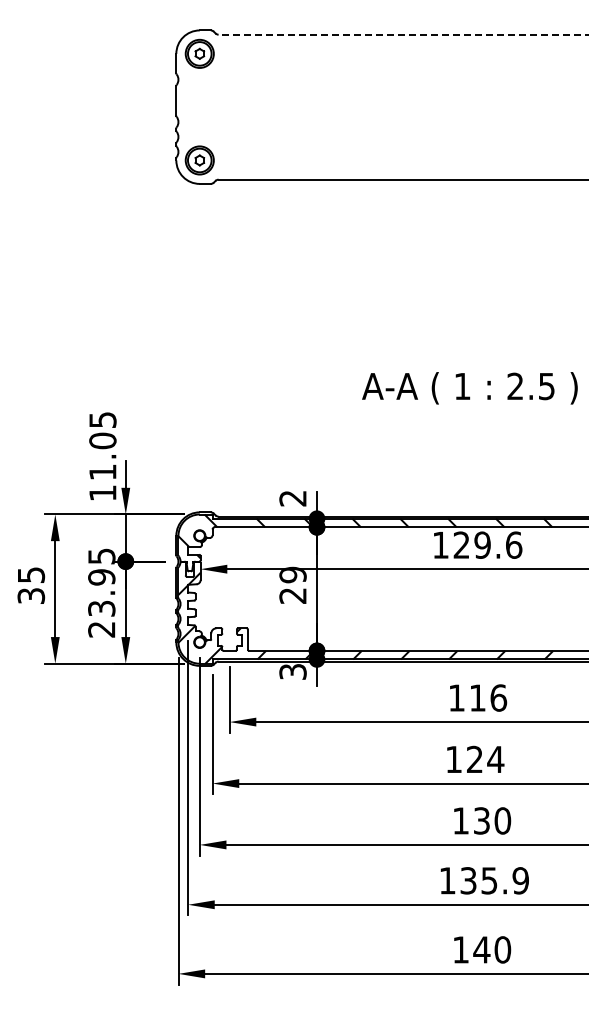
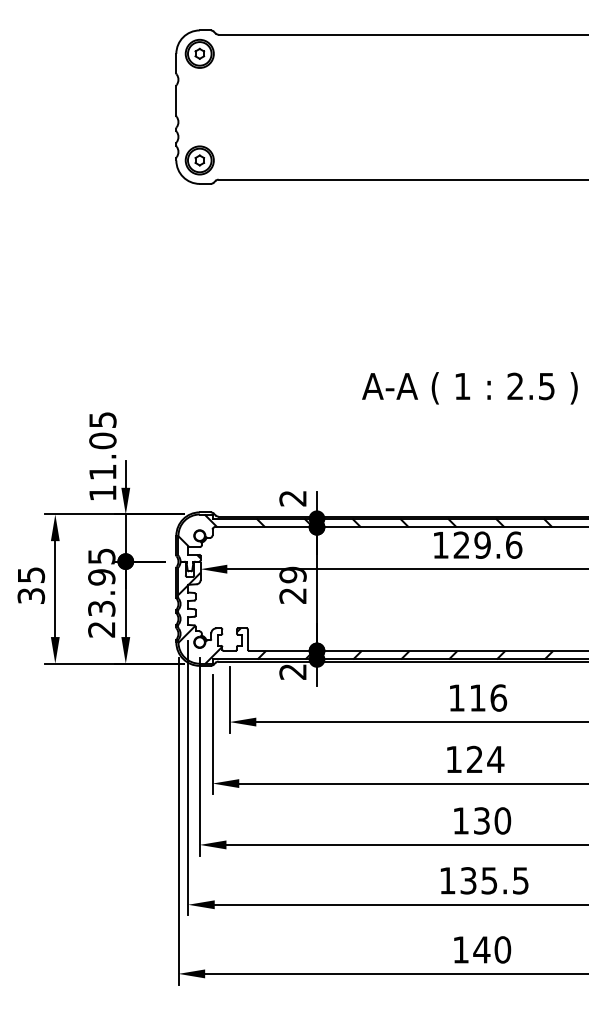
line at (403, 34): dashed -> solid
text at (292, 671): 3 -> 2
text at (520, 880): 135.9 -> 135.5
